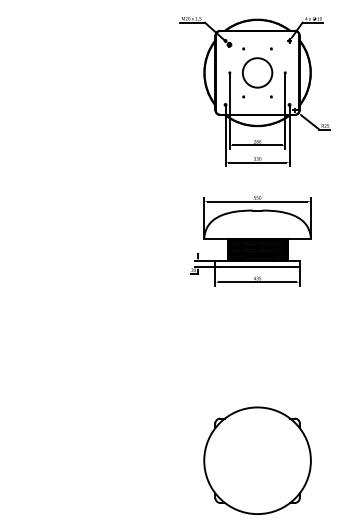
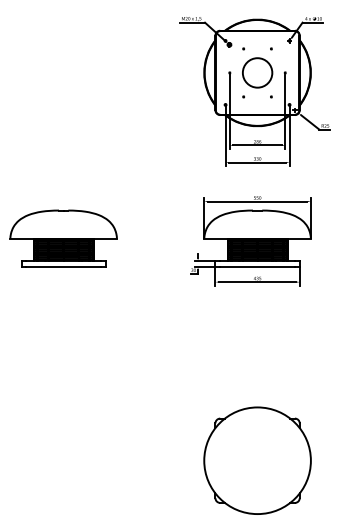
part at (63, 238): none -> present
